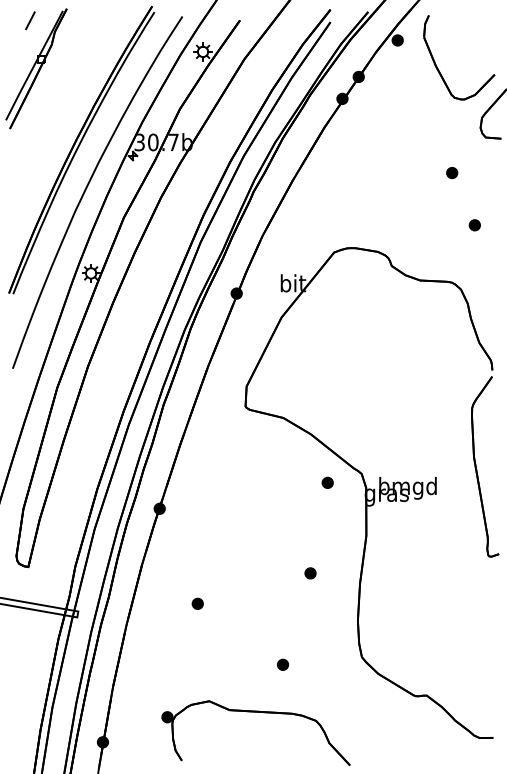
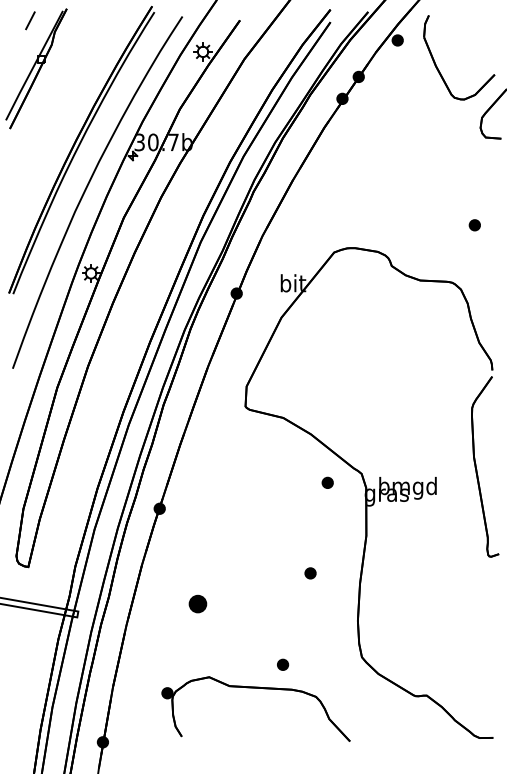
part at (452, 173): present -> none
part at (197, 603) size: 13x13 px -> 20x20 px
part at (255, 712) position: (255, 712) -> (255, 688)
